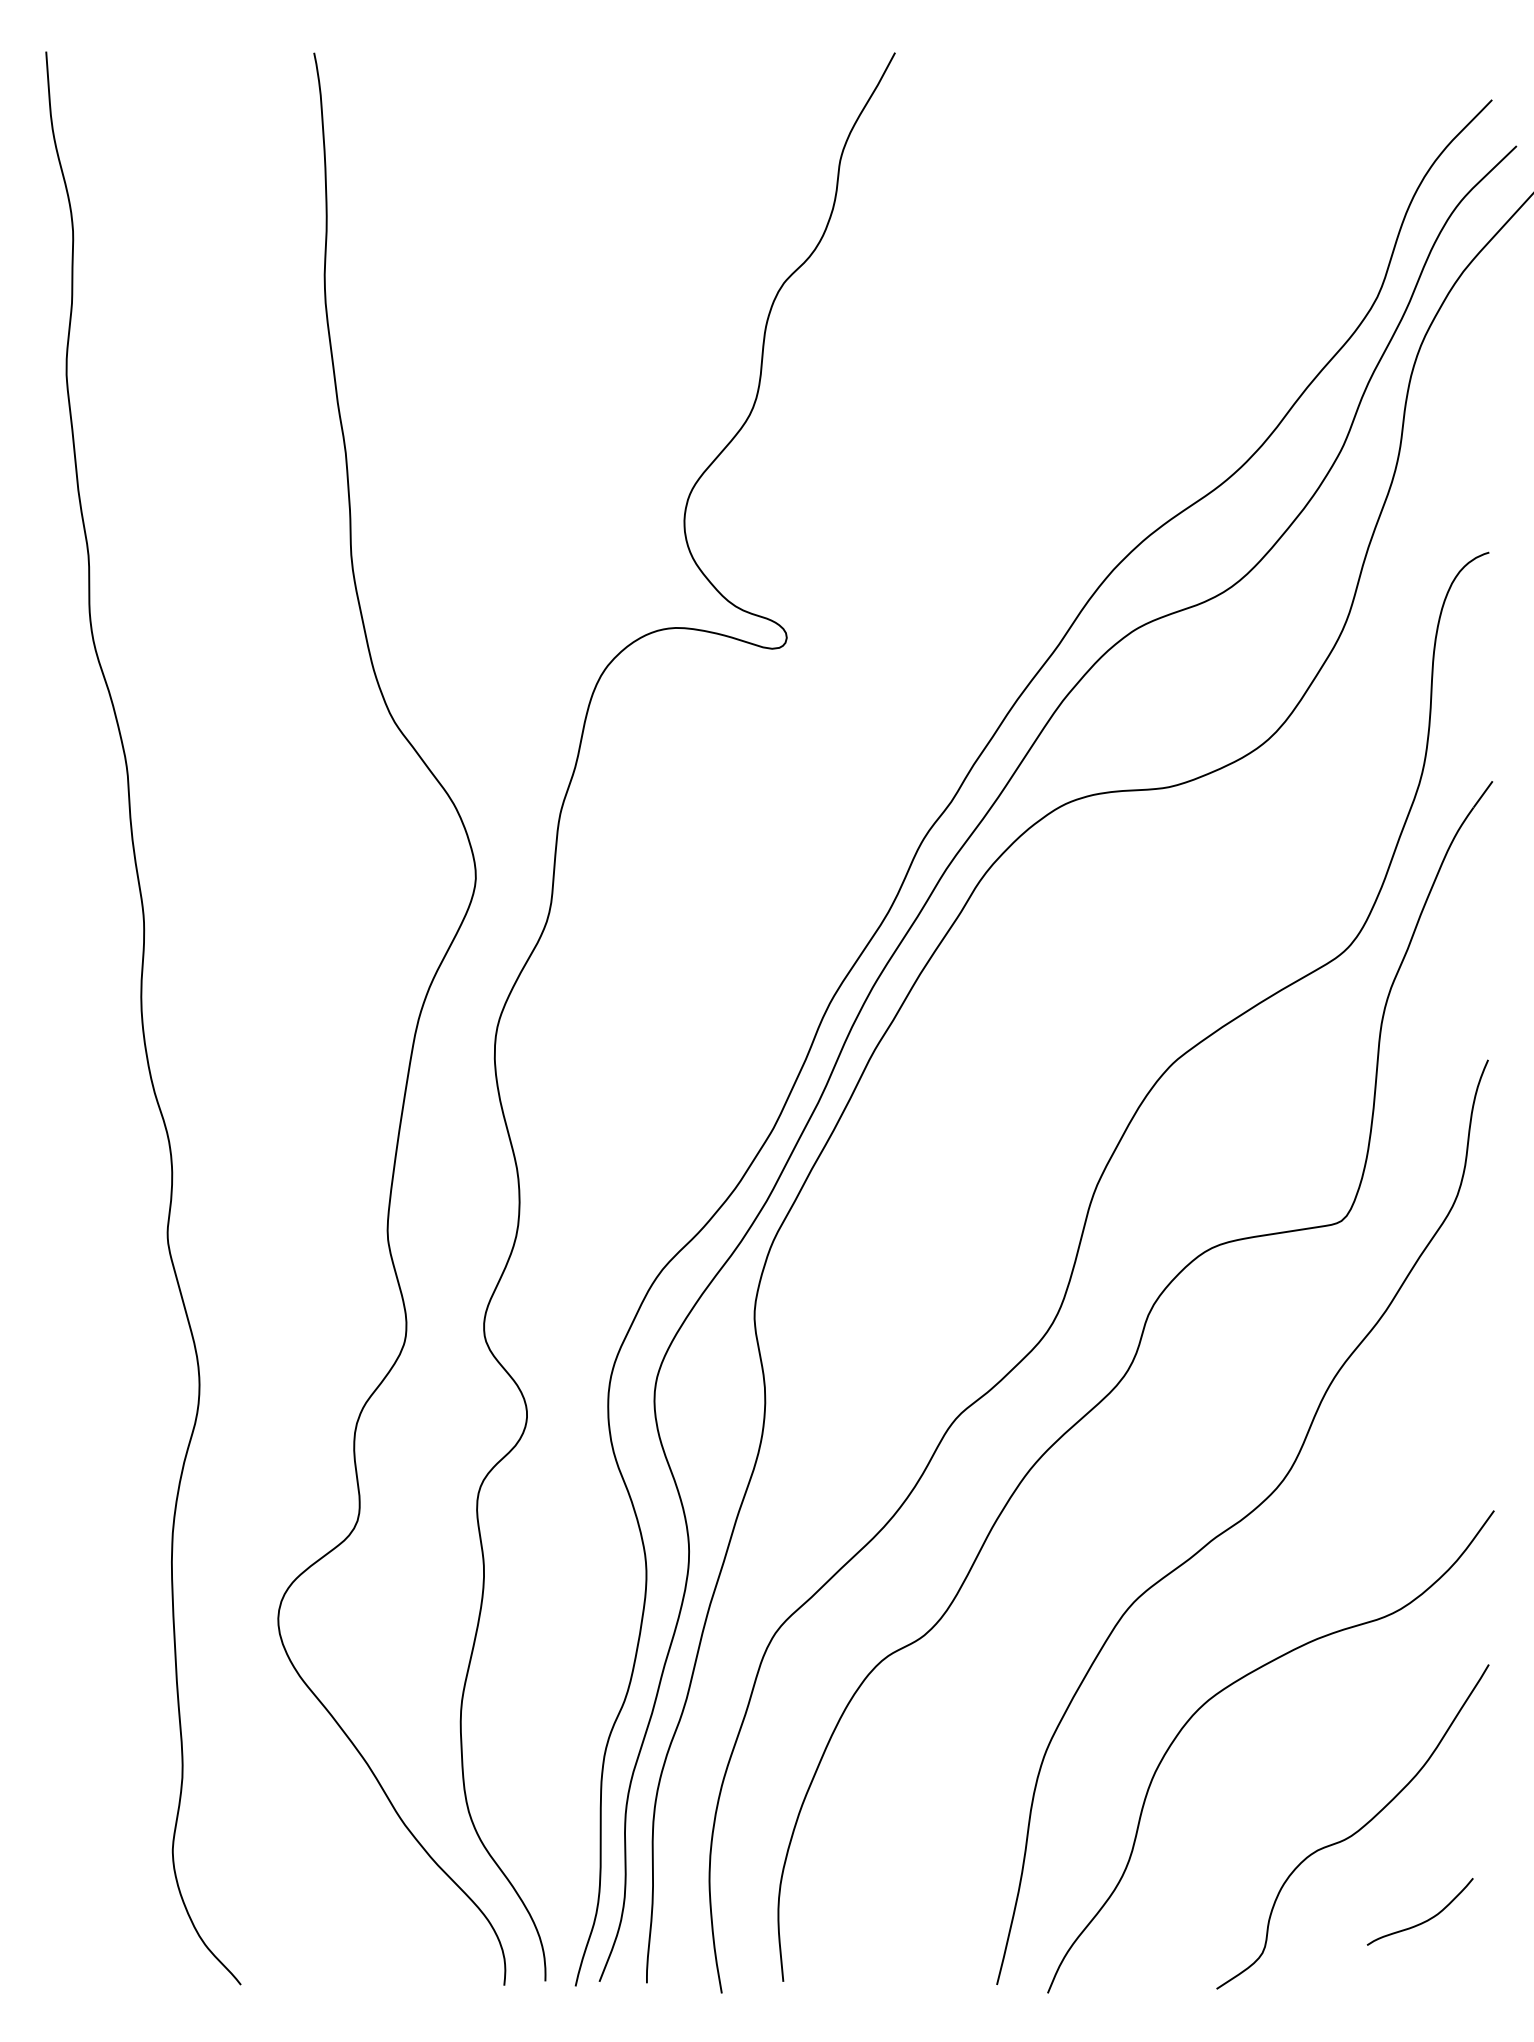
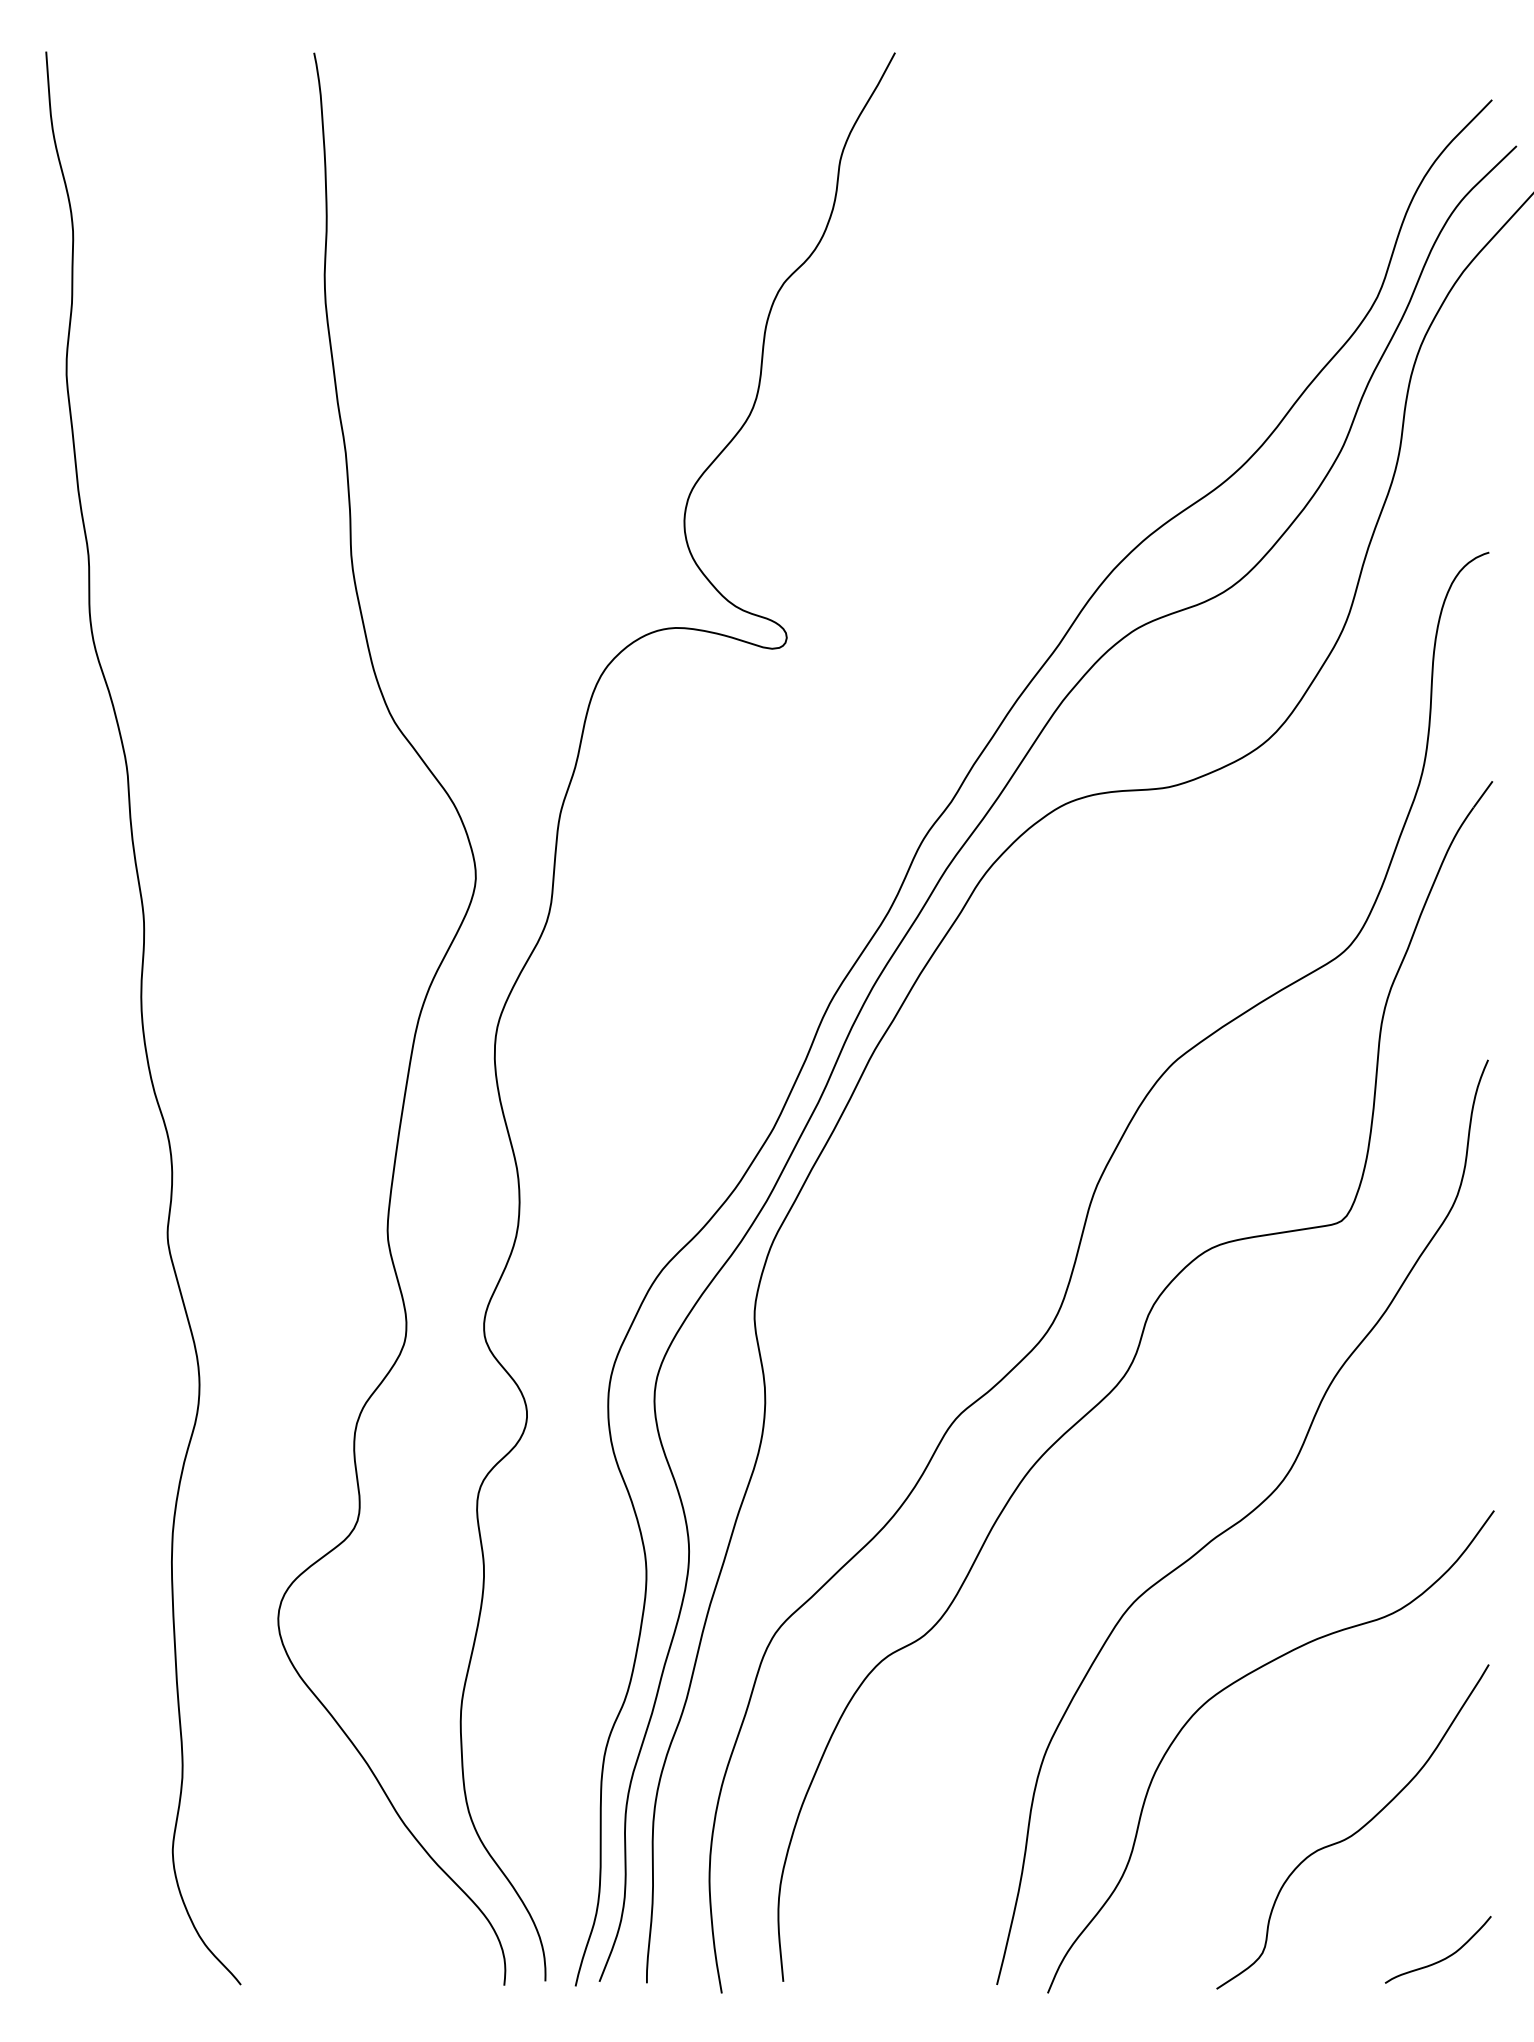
curve at (1423, 1921) position: (1423, 1921) -> (1441, 1959)
